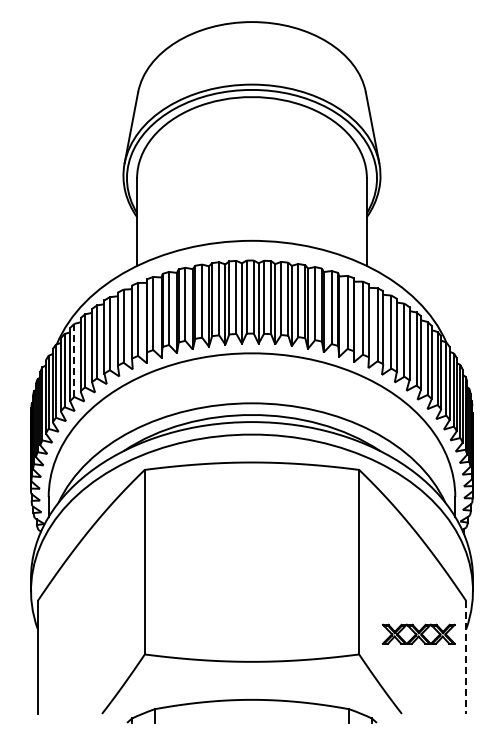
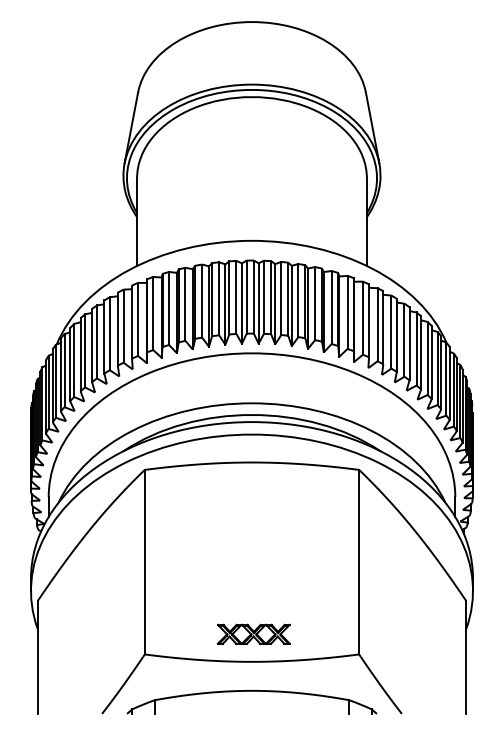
line at (74, 360): dashed -> solid
part at (418, 633) position: (418, 633) -> (253, 633)
line at (466, 658): dashed -> solid
part at (251, 700) position: (251, 700) -> (251, 691)
